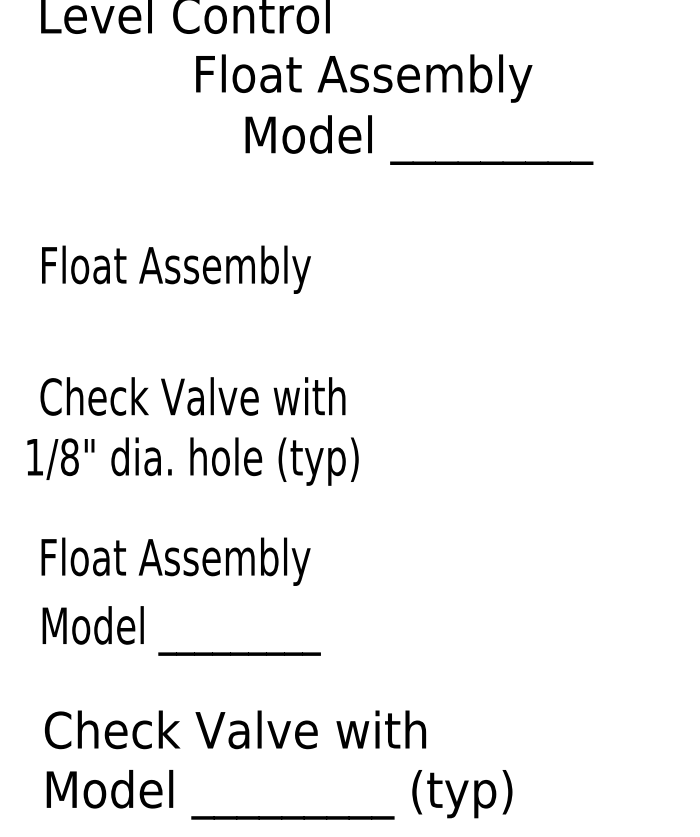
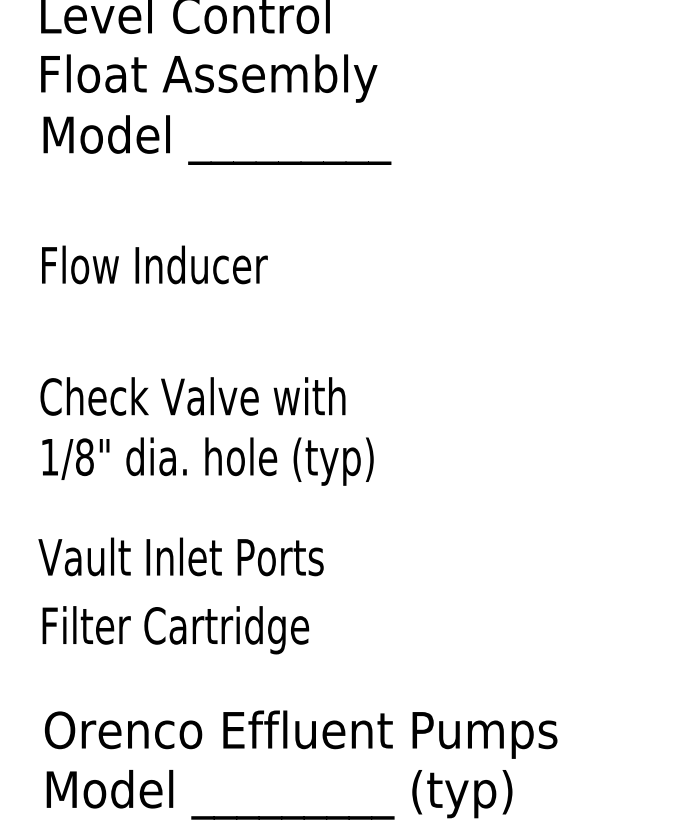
text at (364, 78) position: (364, 78) -> (209, 78)
text at (419, 139) position: (419, 139) -> (217, 139)
text at (201, 269): Float Assembly -> Flow Inducer
text at (192, 461) position: (192, 461) -> (207, 461)
text at (180, 561): Float Assembly -> Vault Inlet Ports
text at (183, 630): Model _________ -> Filter Cartridge
text at (303, 734): Check Valve with -> Orenco Effluent Pumps
